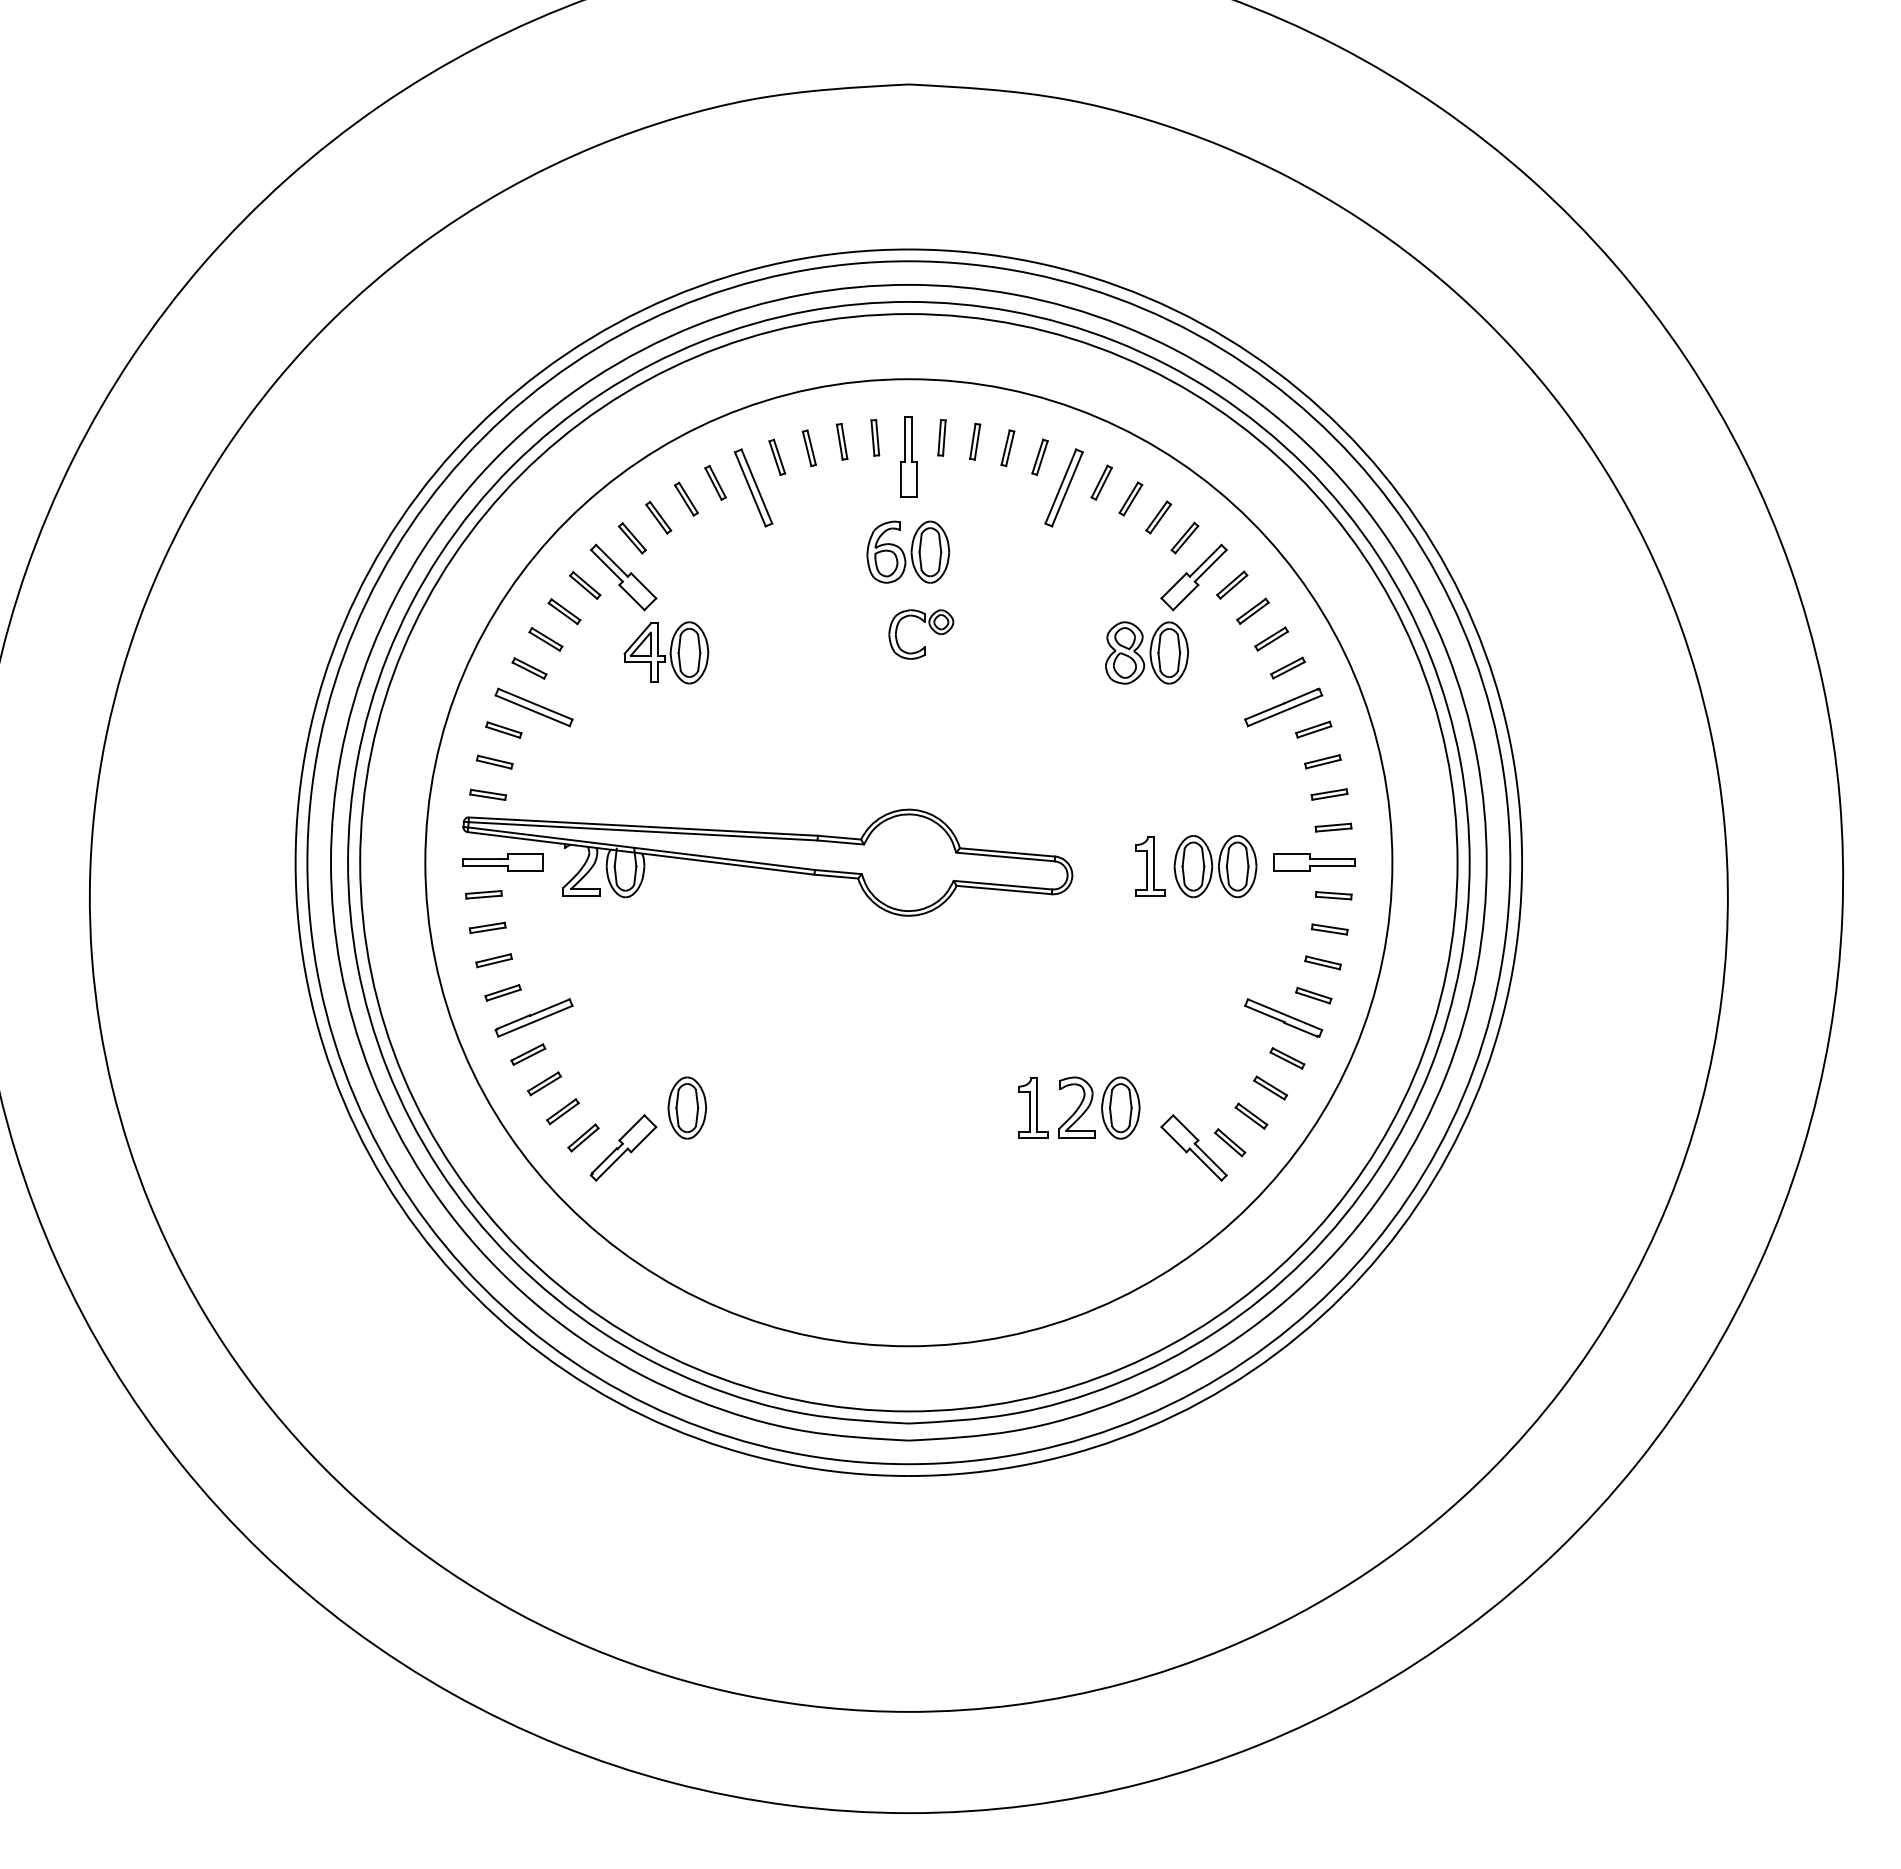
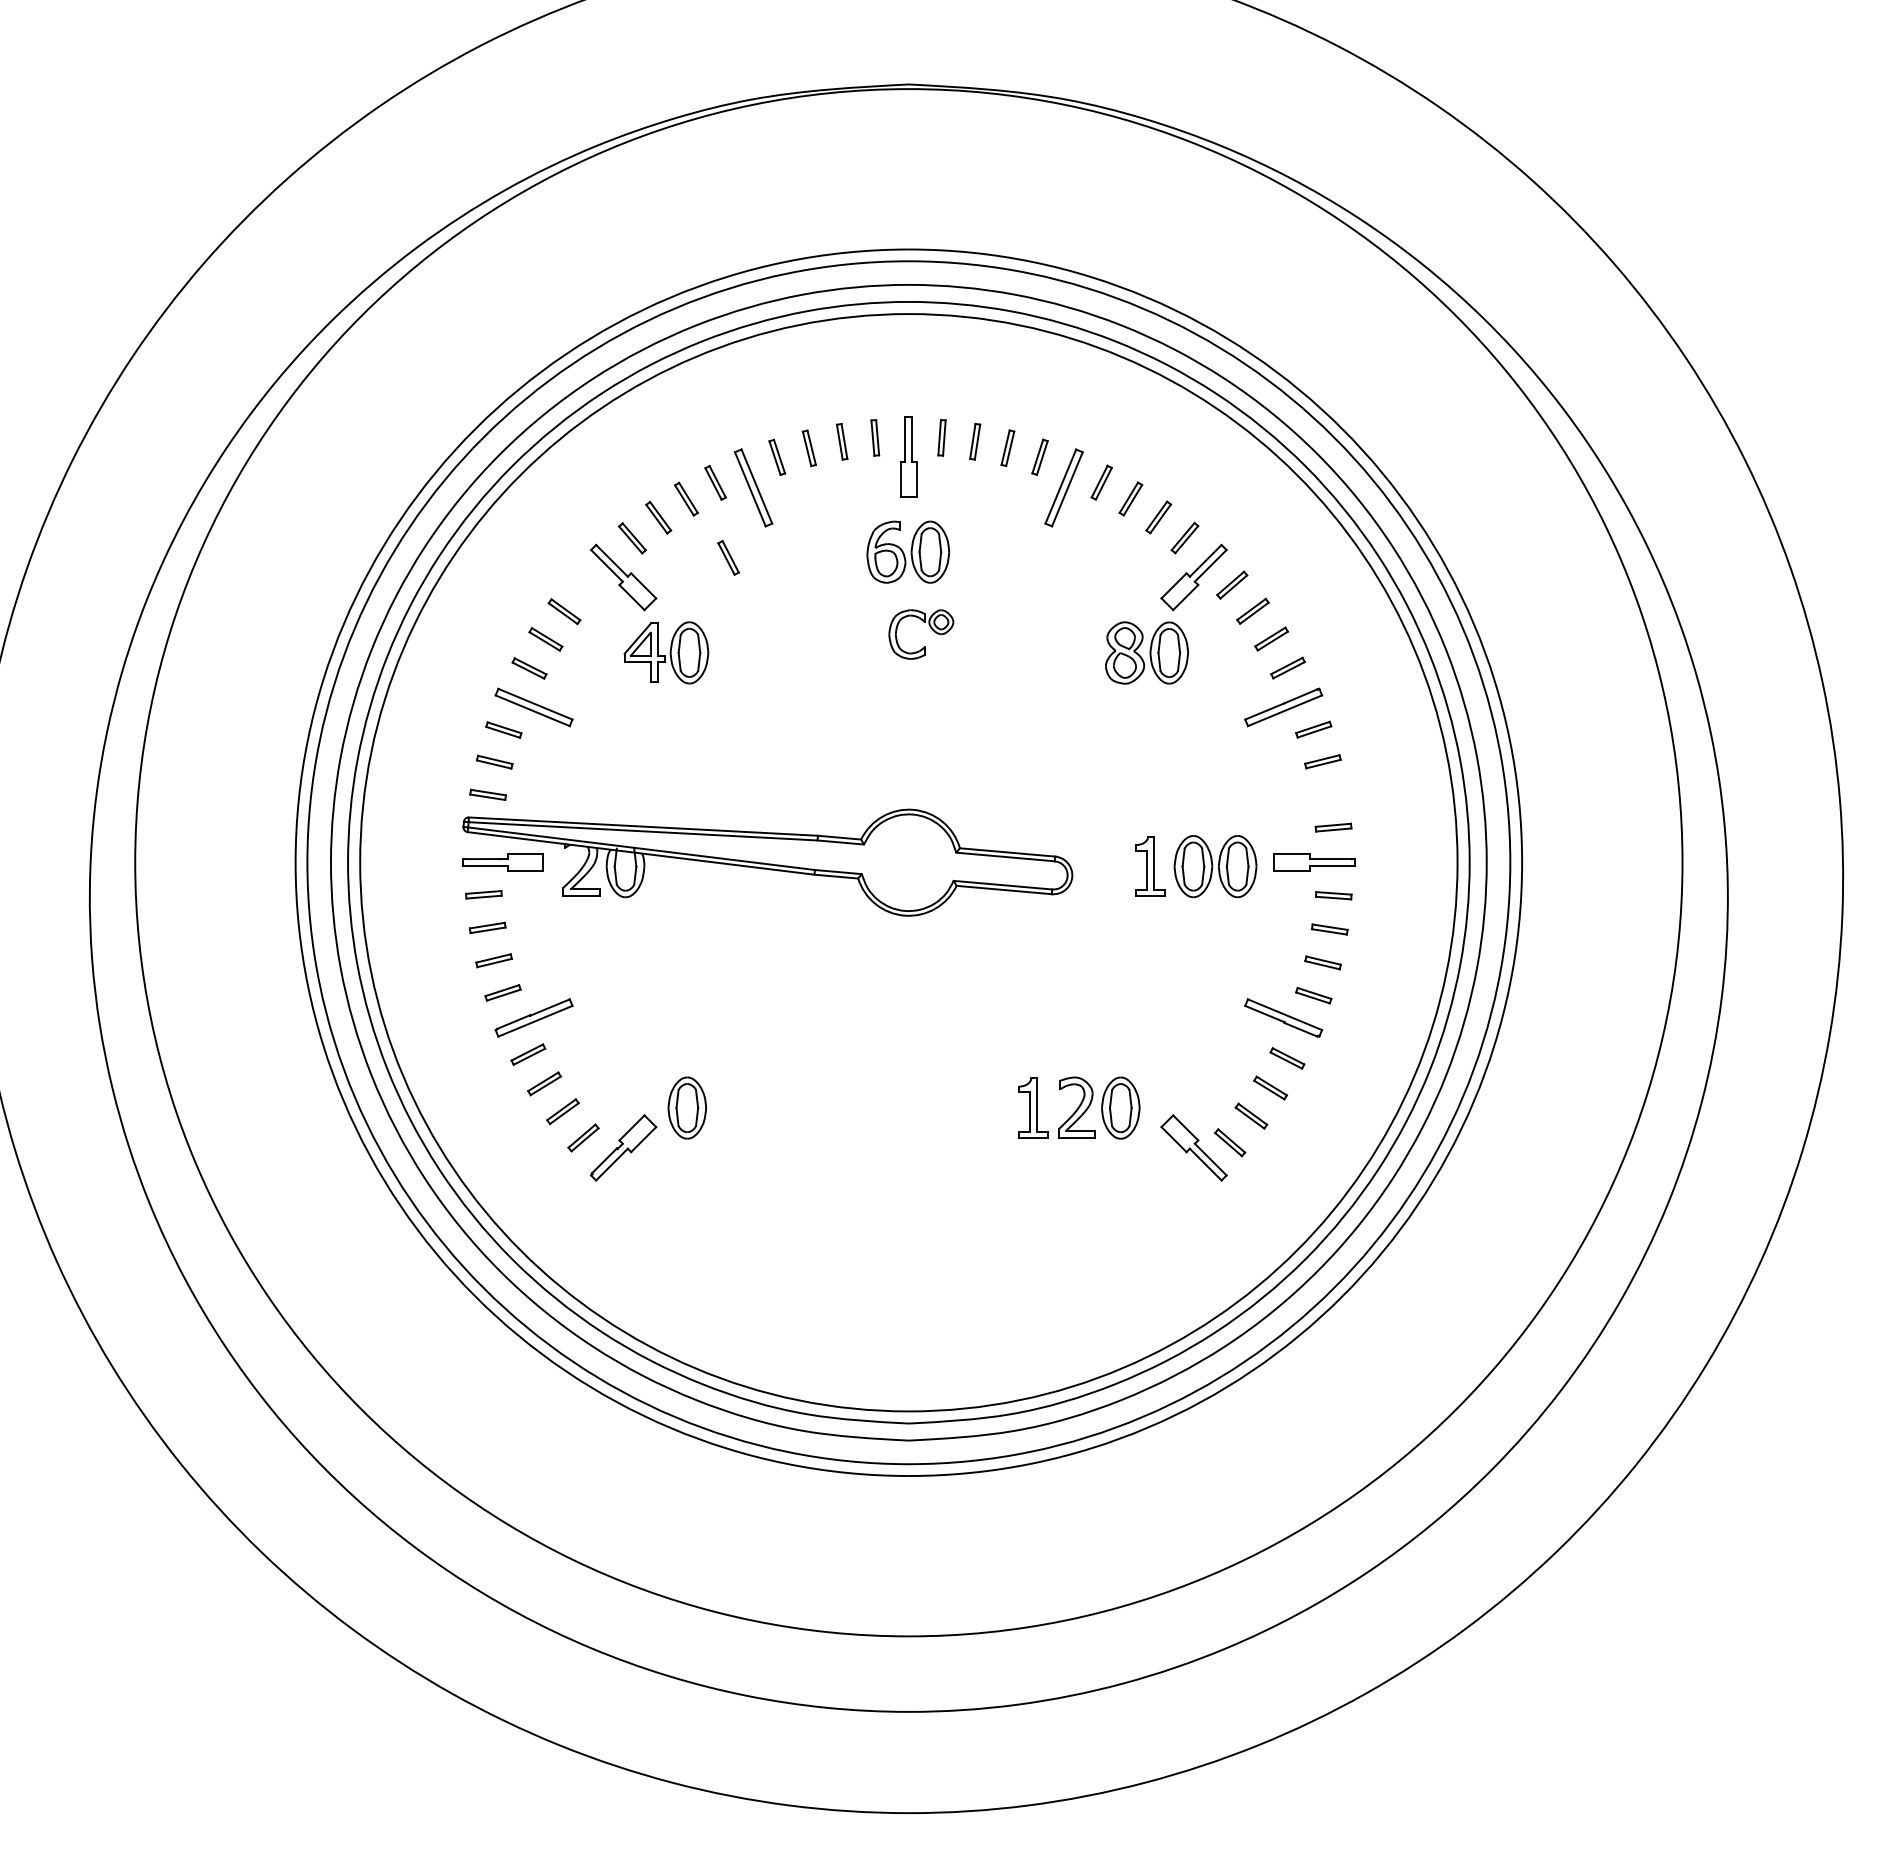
part at (728, 557): none -> present
part at (585, 585): present -> none
part at (1329, 794): present -> none
circle at (908, 862) diameter: 967 px -> 1547 px
